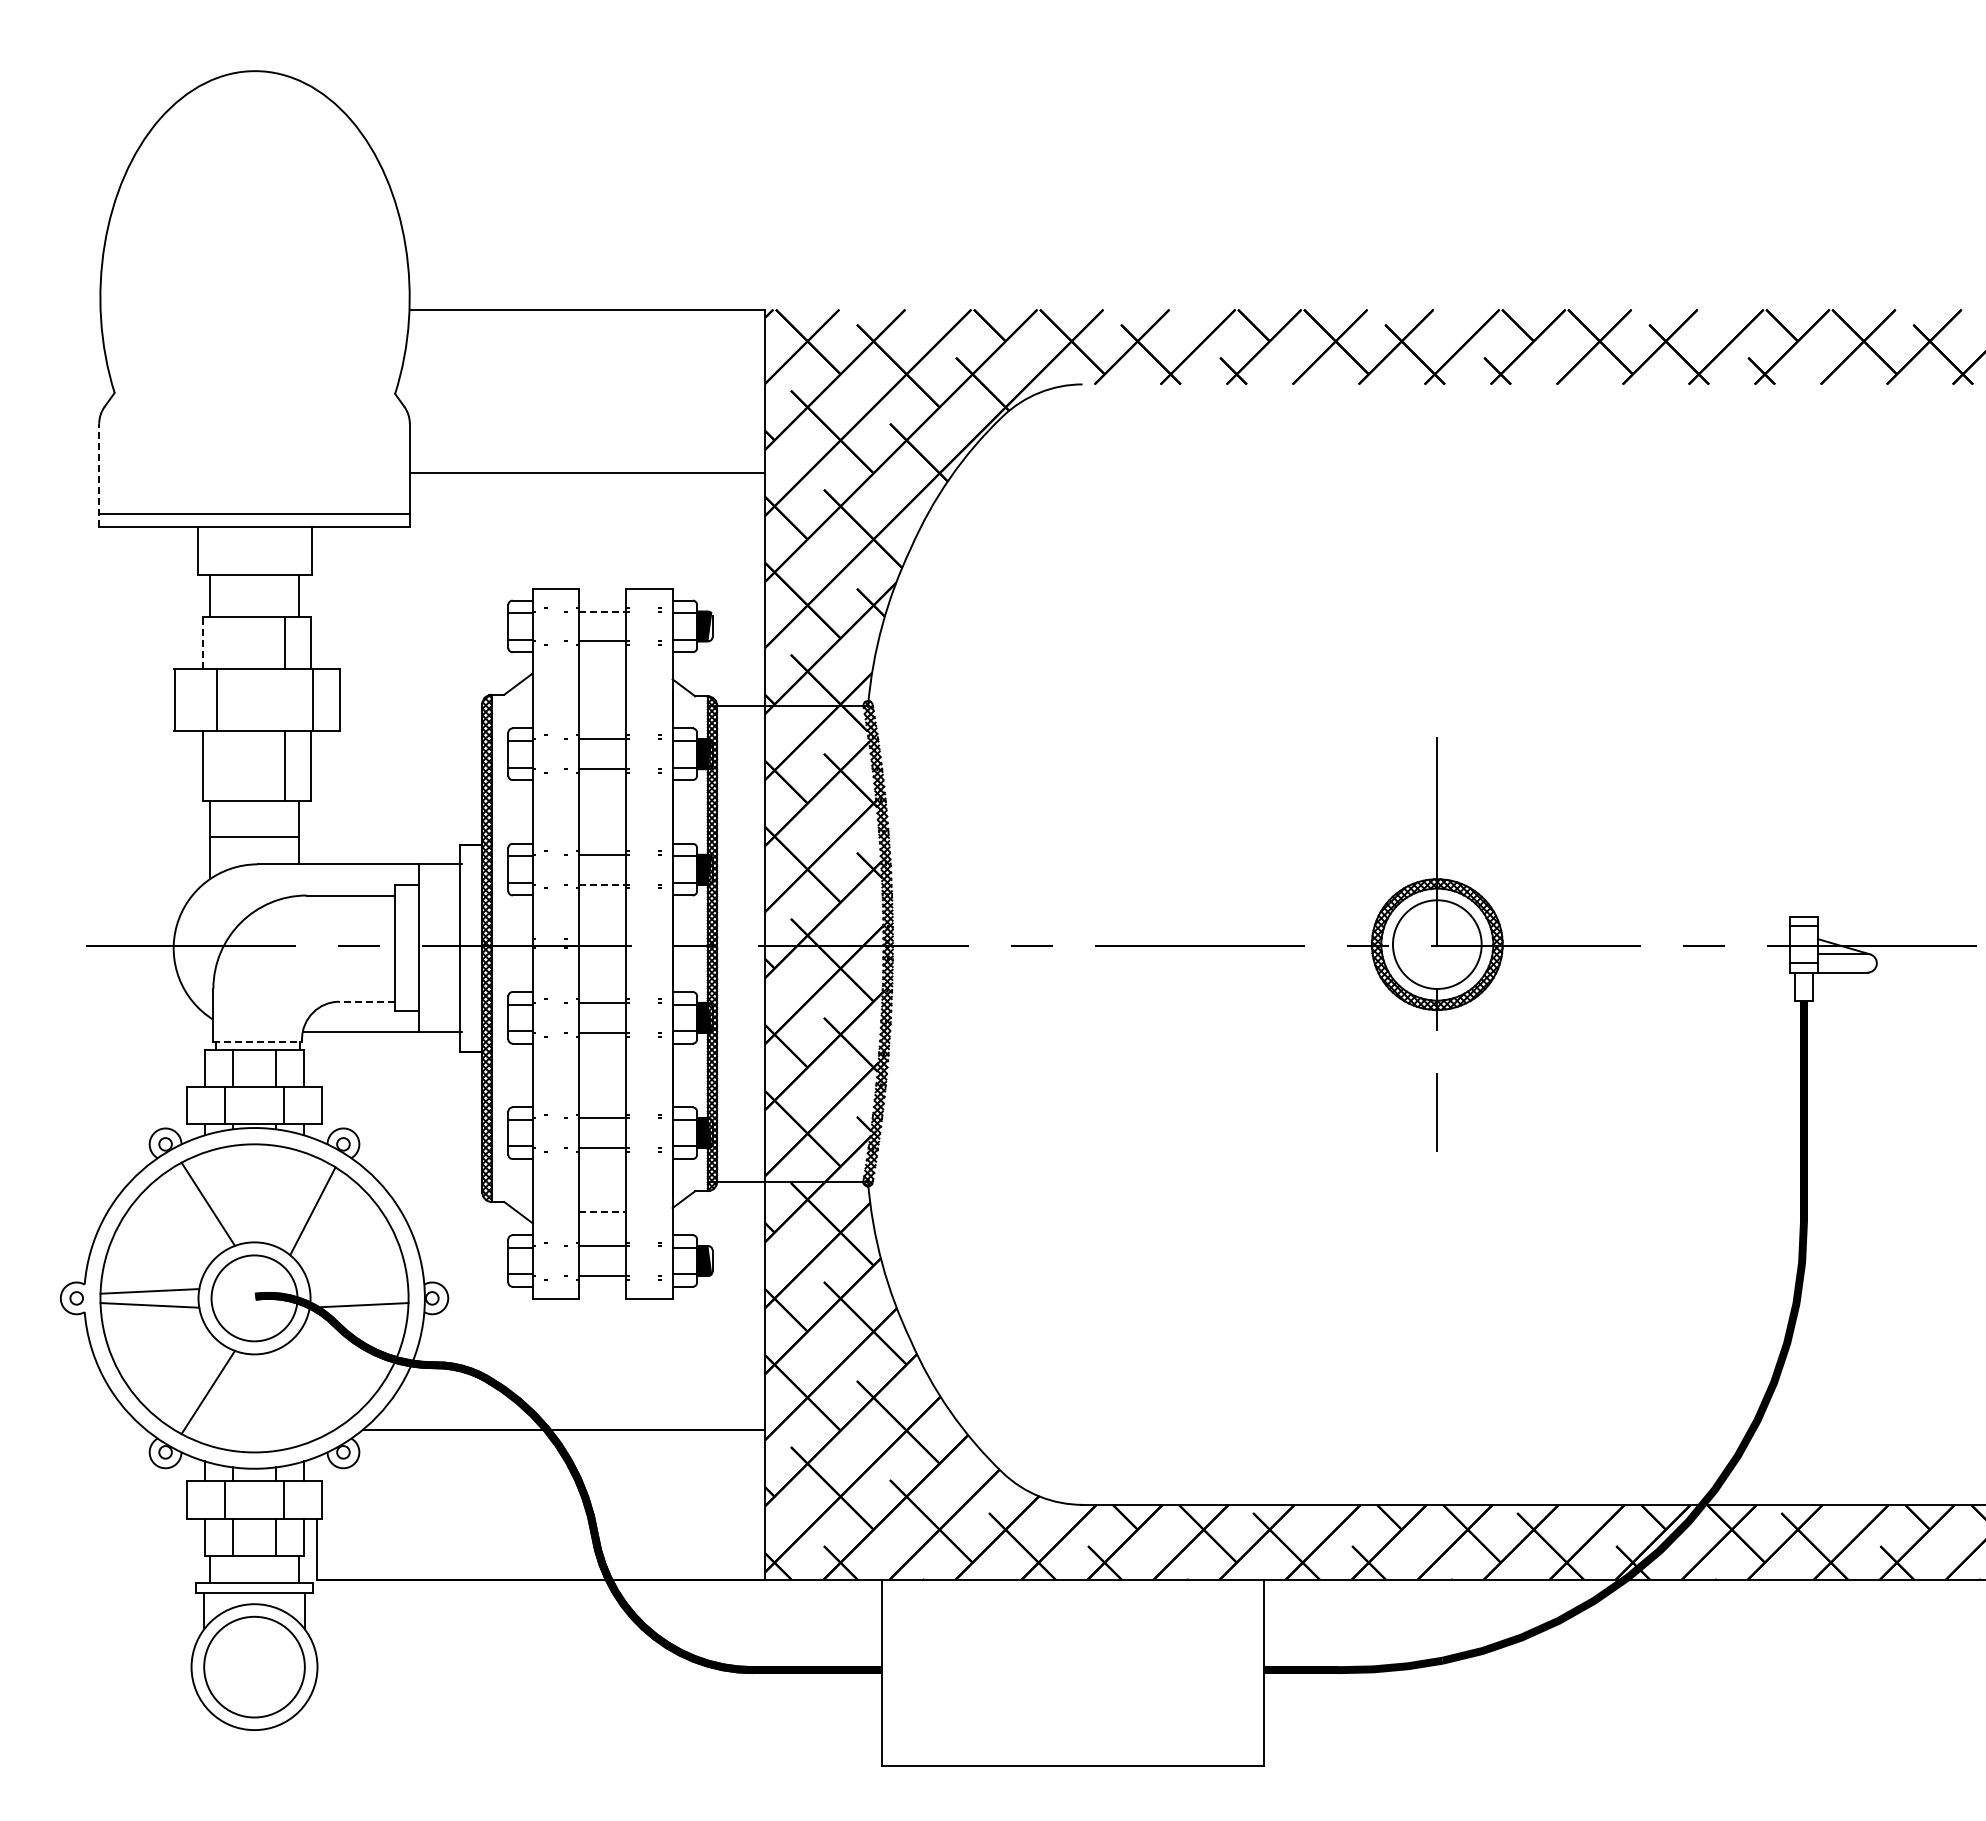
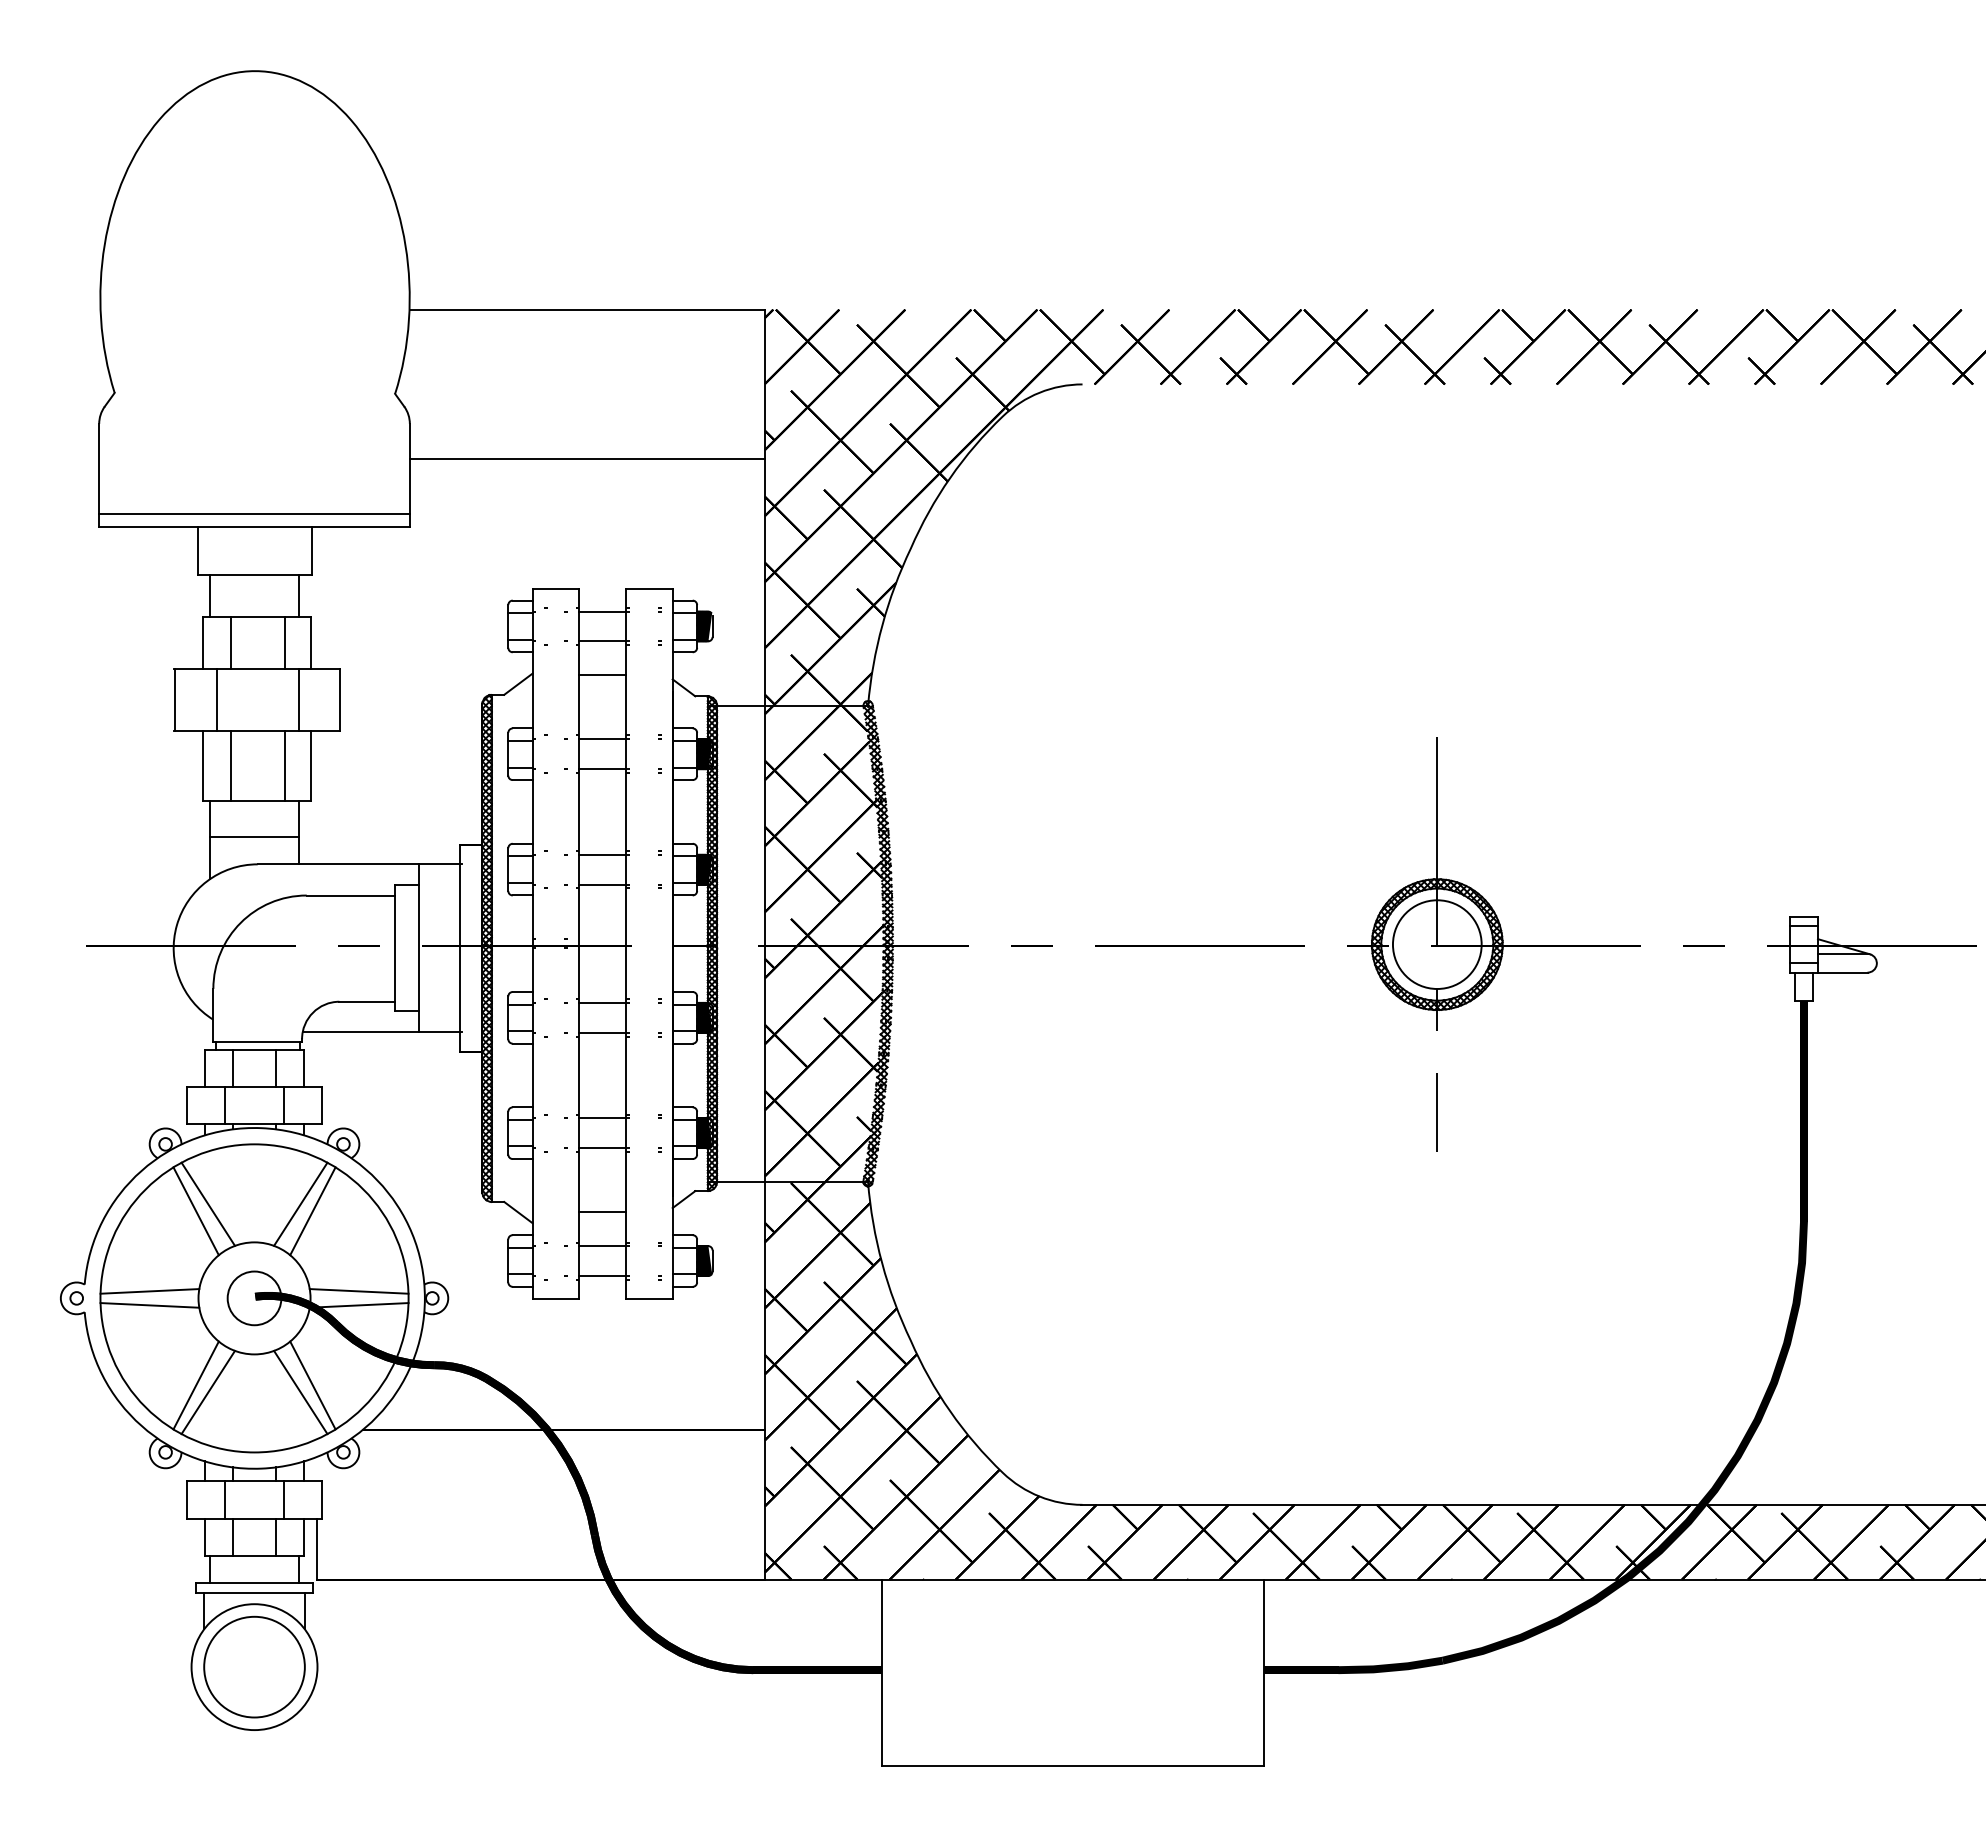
line at (587, 473) position: (587, 473) -> (587, 459)
line at (99, 474): dashed -> solid
line at (603, 611): dashed -> solid
line at (202, 642): dashed -> solid
line at (231, 642): none -> present
line at (602, 675): none -> present
line at (313, 699) position: (313, 699) -> (299, 699)
line at (231, 765): none -> present
line at (603, 884): dashed -> solid
line at (366, 1001): dashed -> solid
line at (258, 1041): dashed -> solid
line at (300, 1203): none -> present
line at (195, 1211): none -> present
line at (603, 1212): dashed -> solid
line at (358, 1291): none -> present
circle at (254, 1298) diameter: 86 px -> 54 px
line at (195, 1385): none -> present
line at (312, 1385): none -> present
line at (300, 1392): none -> present
